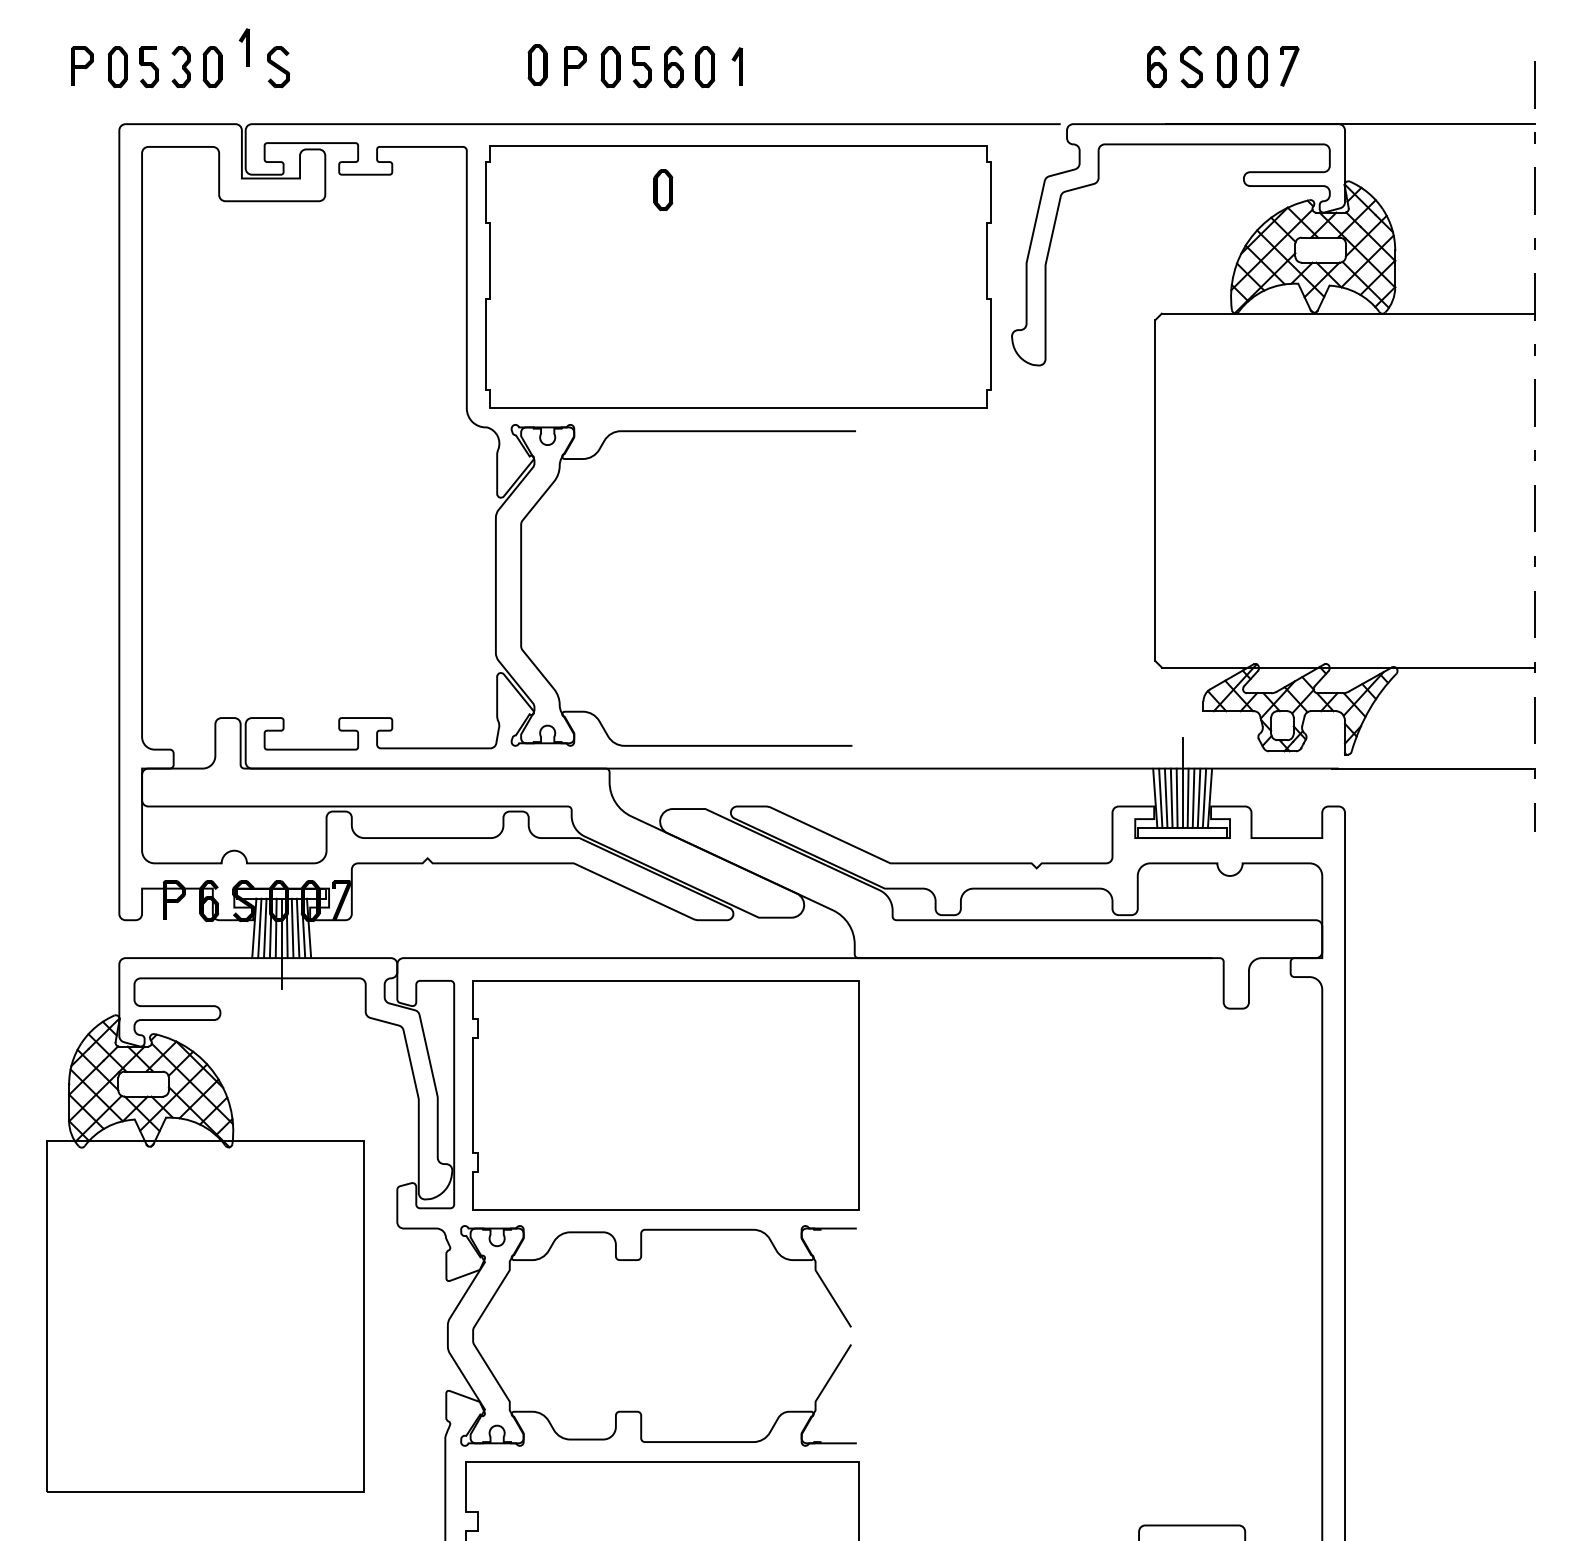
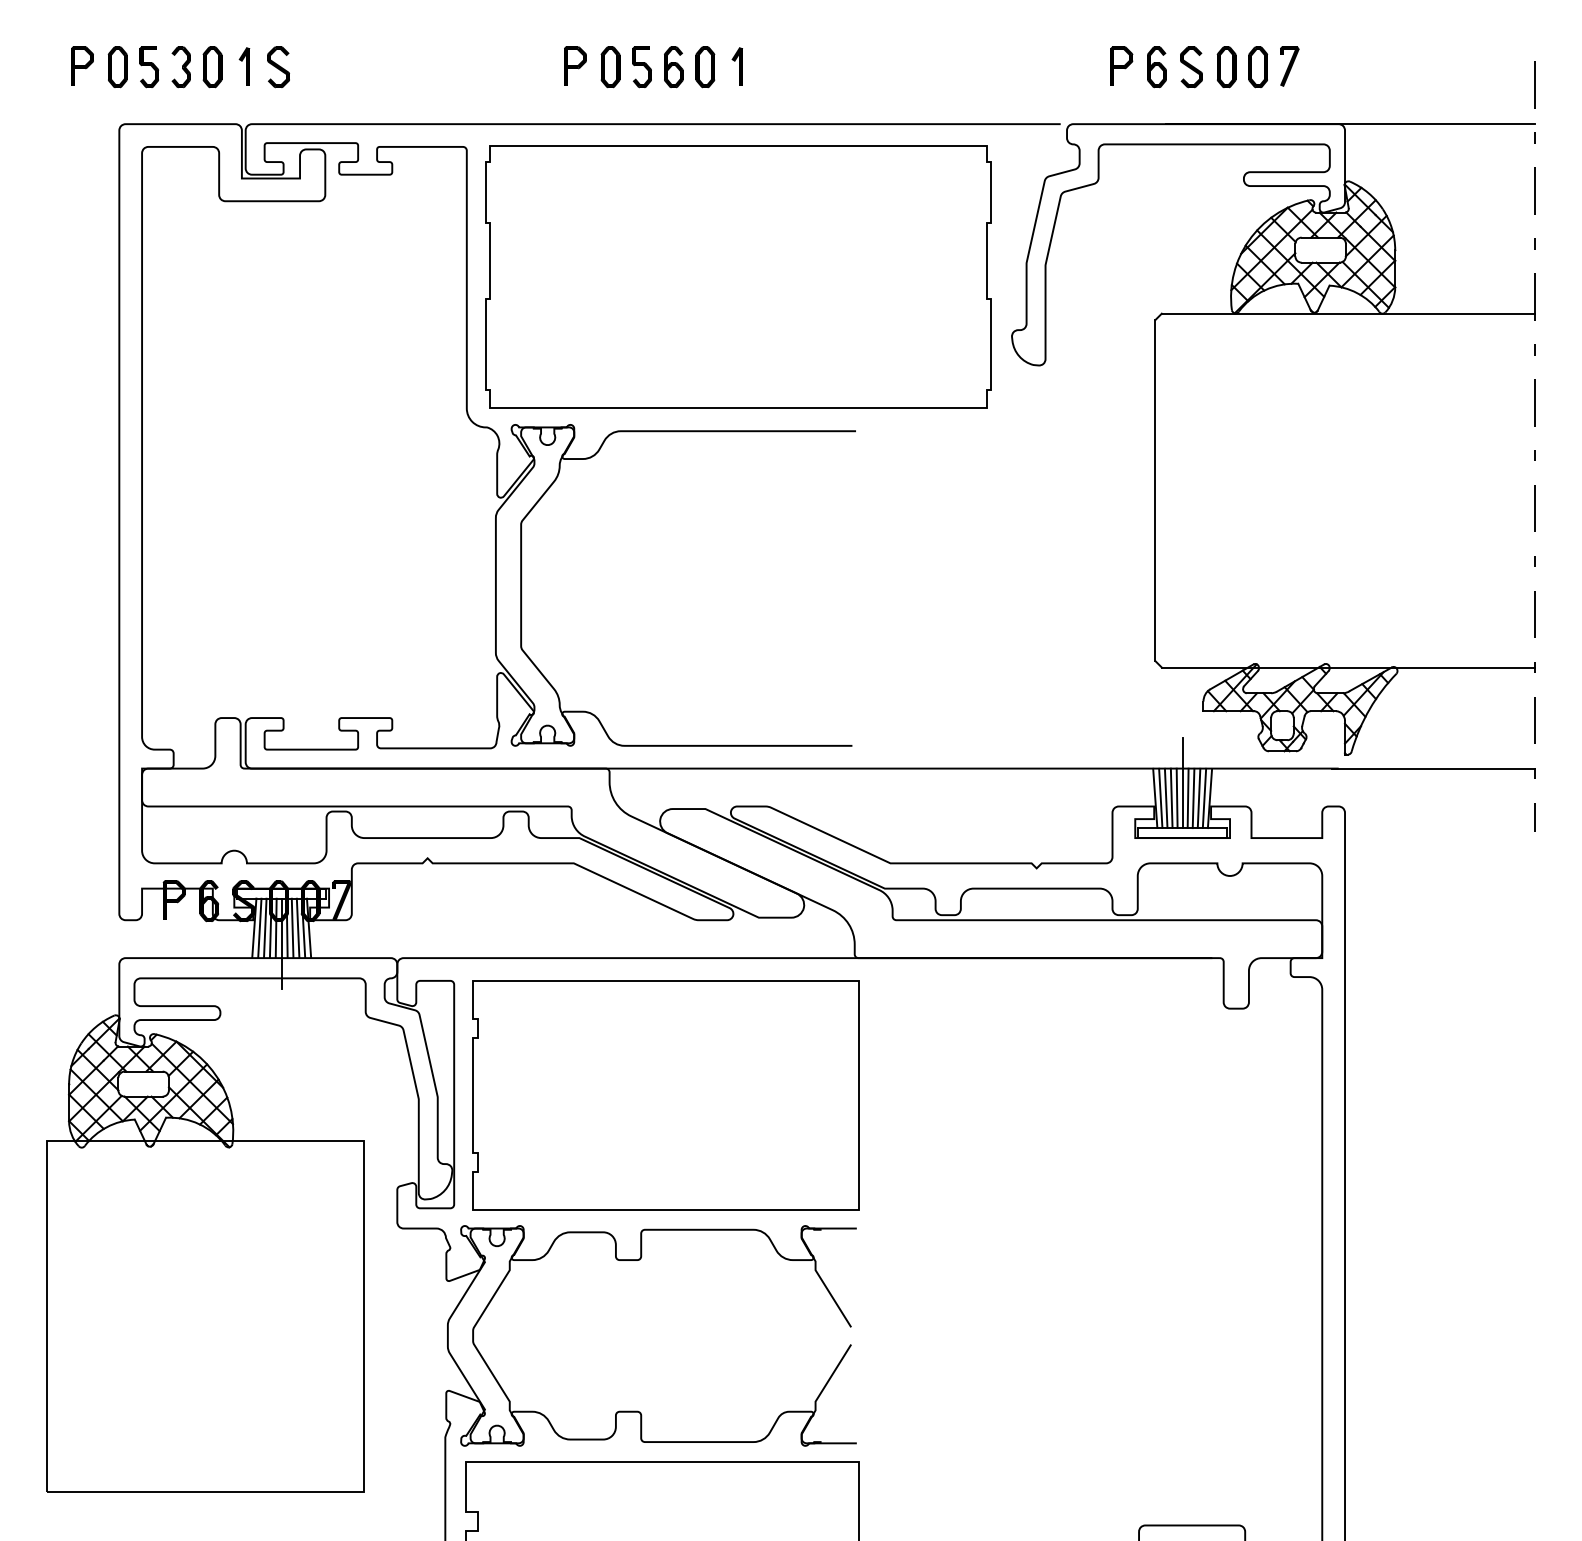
part at (244, 47) position: (244, 47) -> (244, 66)
part at (537, 65): present -> none
part at (1121, 65): none -> present
part at (663, 190): present -> none
